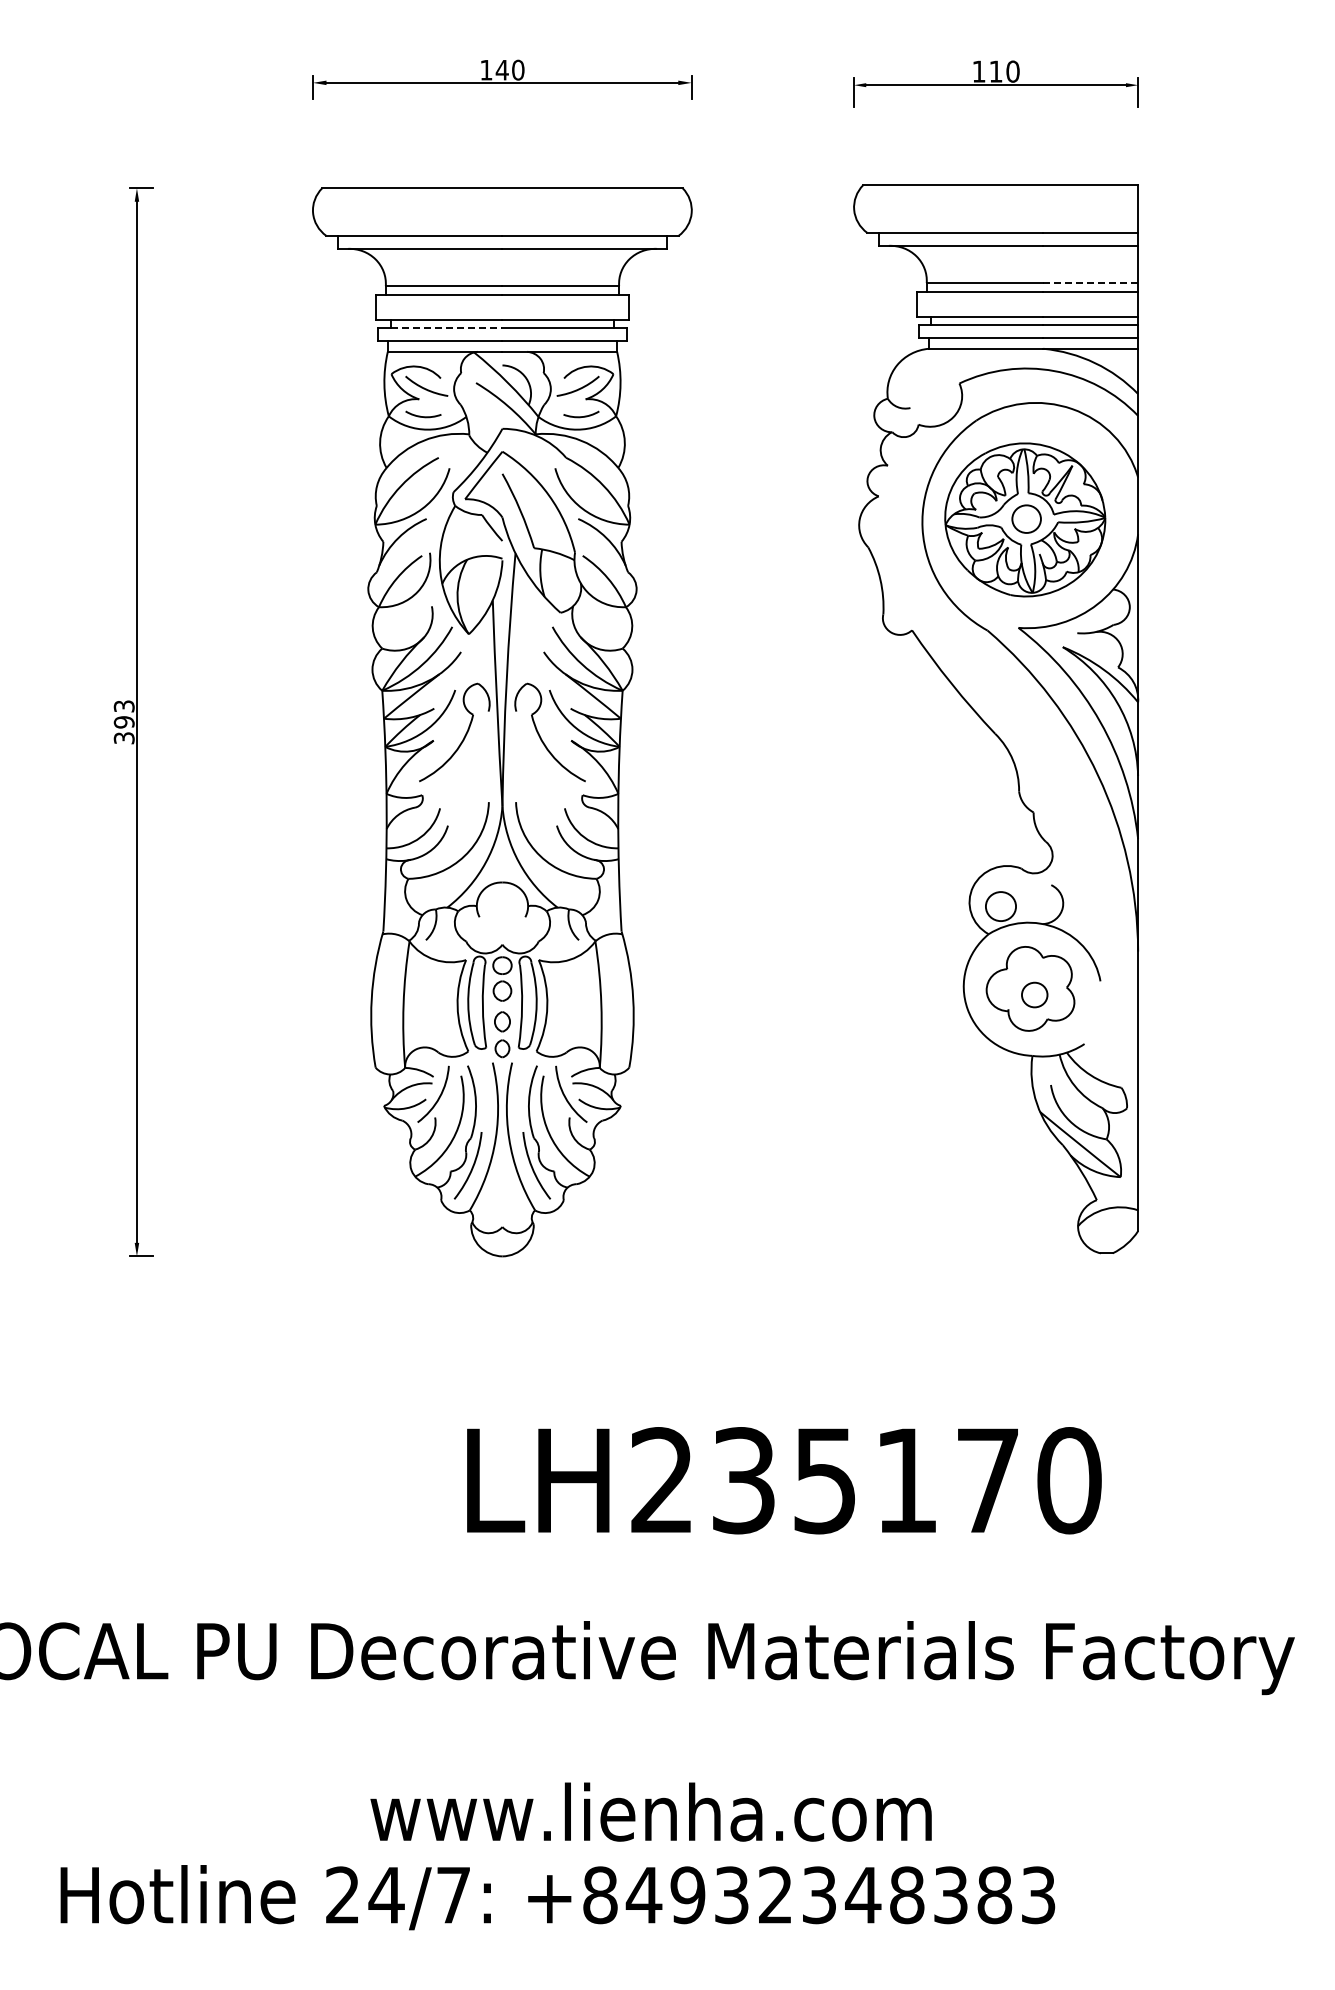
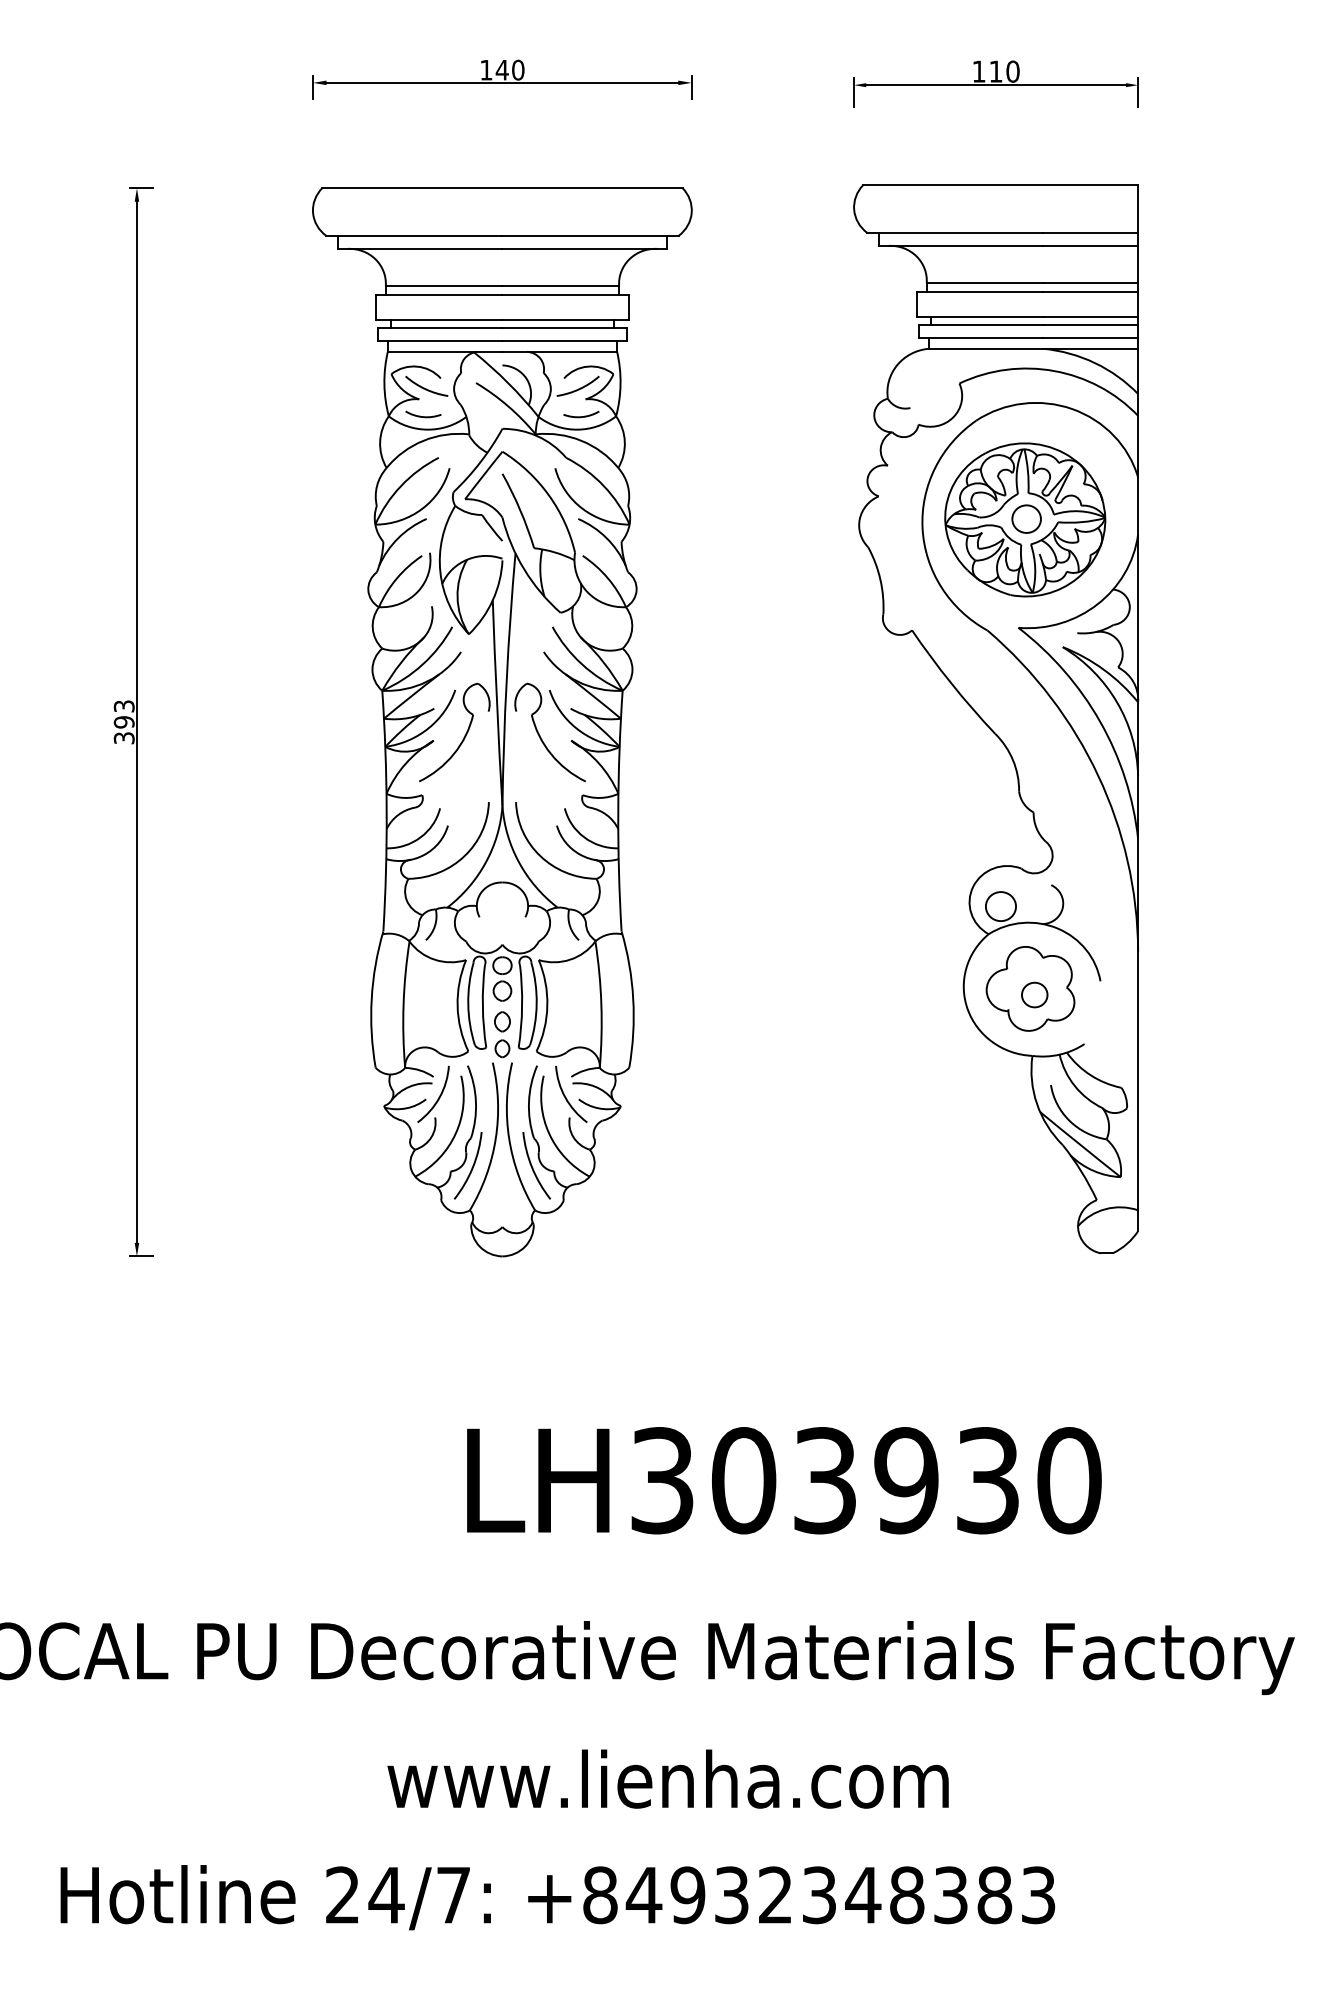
line at (1090, 283): dashed -> solid
line at (446, 327): dashed -> solid
text at (824, 1480): LH235170 -> LH303930
text at (650, 1811) position: (650, 1811) -> (667, 1778)
